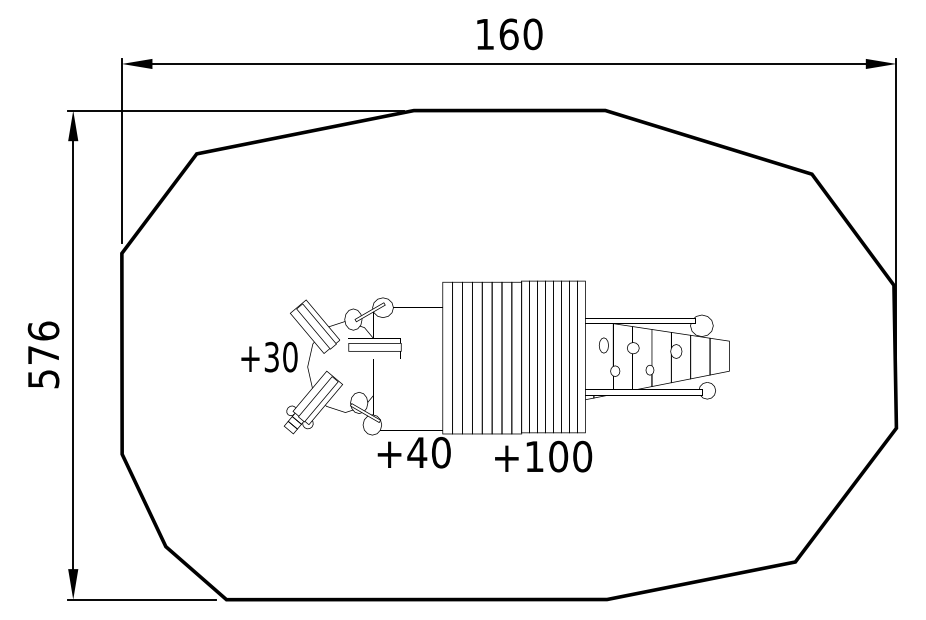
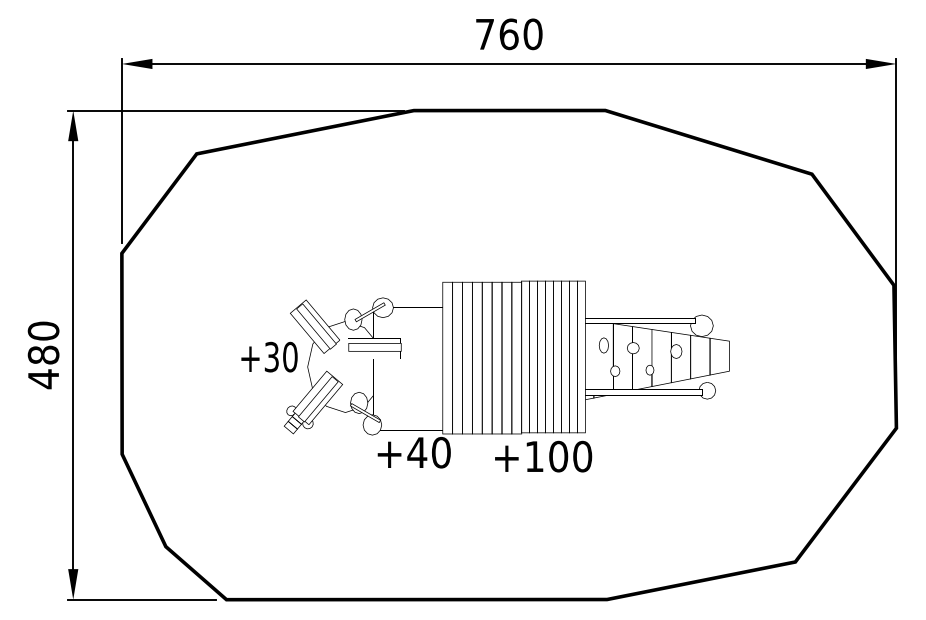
text at (484, 34): 160 -> 760
text at (43, 355): 576 -> 480
